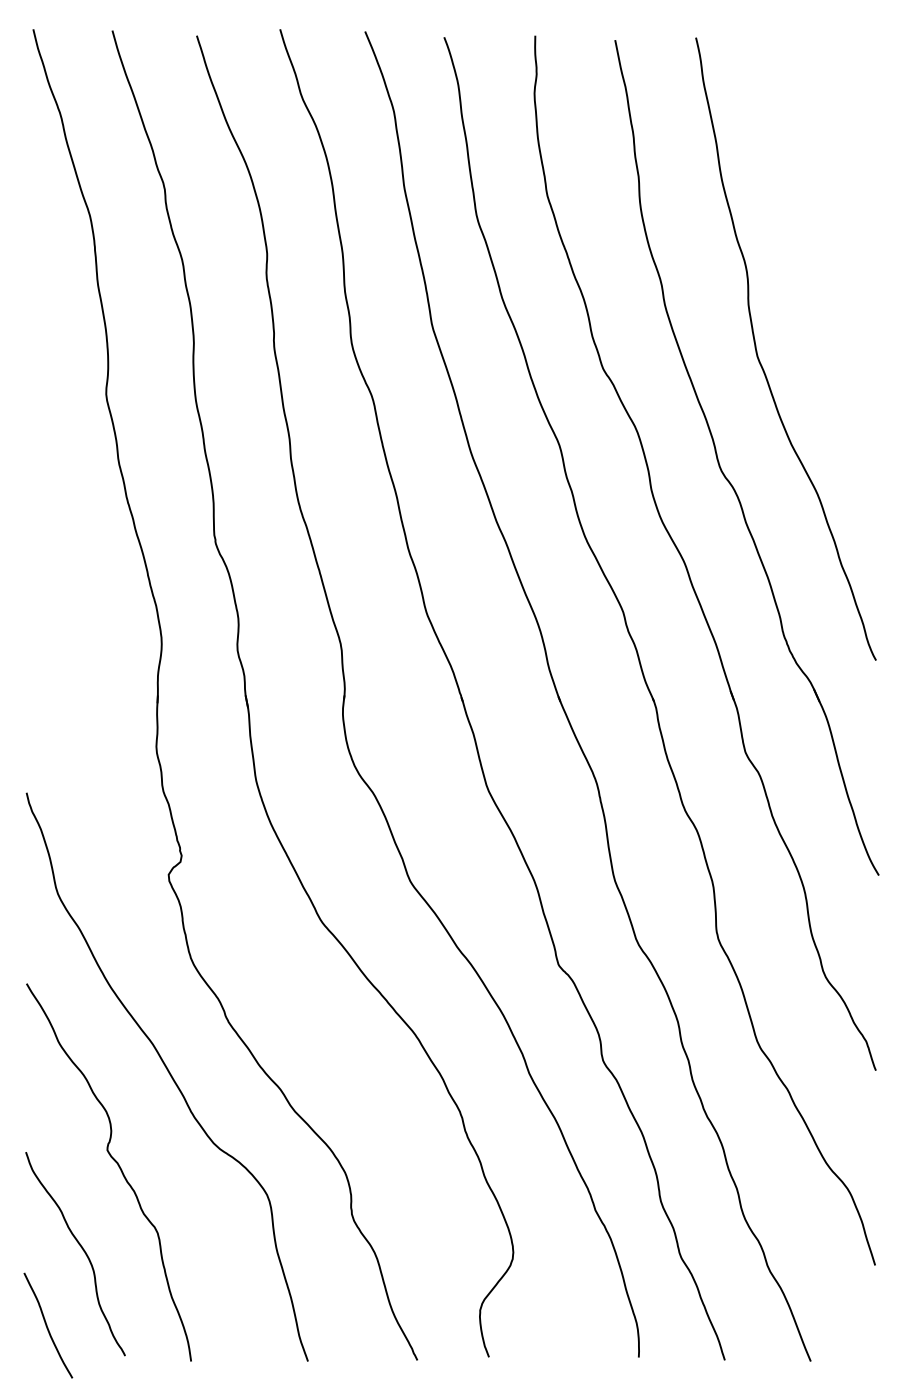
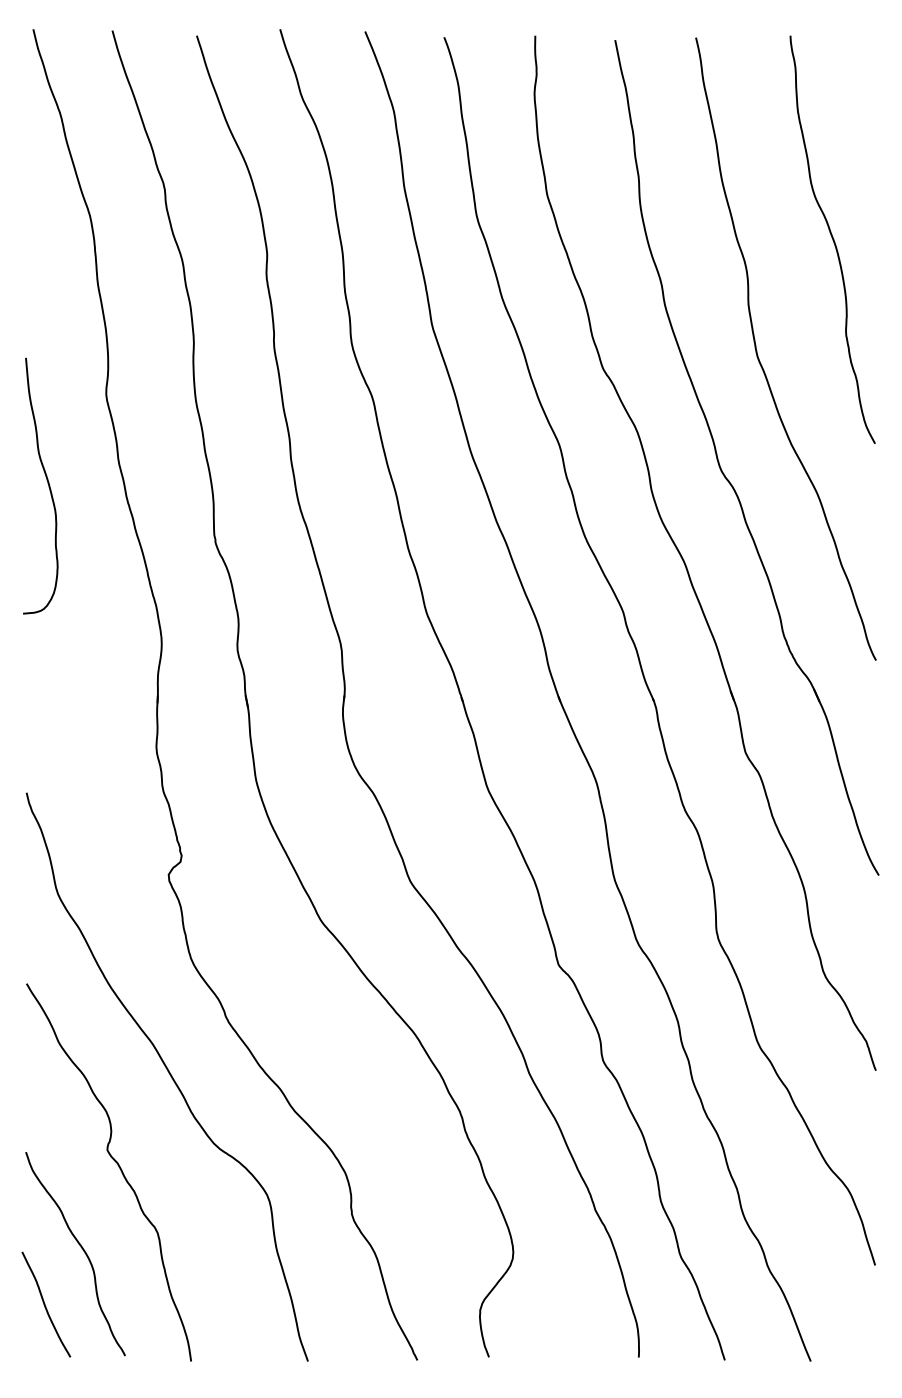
curve at (832, 239): none -> present
curve at (47, 483): none -> present
curve at (47, 1325) position: (47, 1325) -> (45, 1304)
